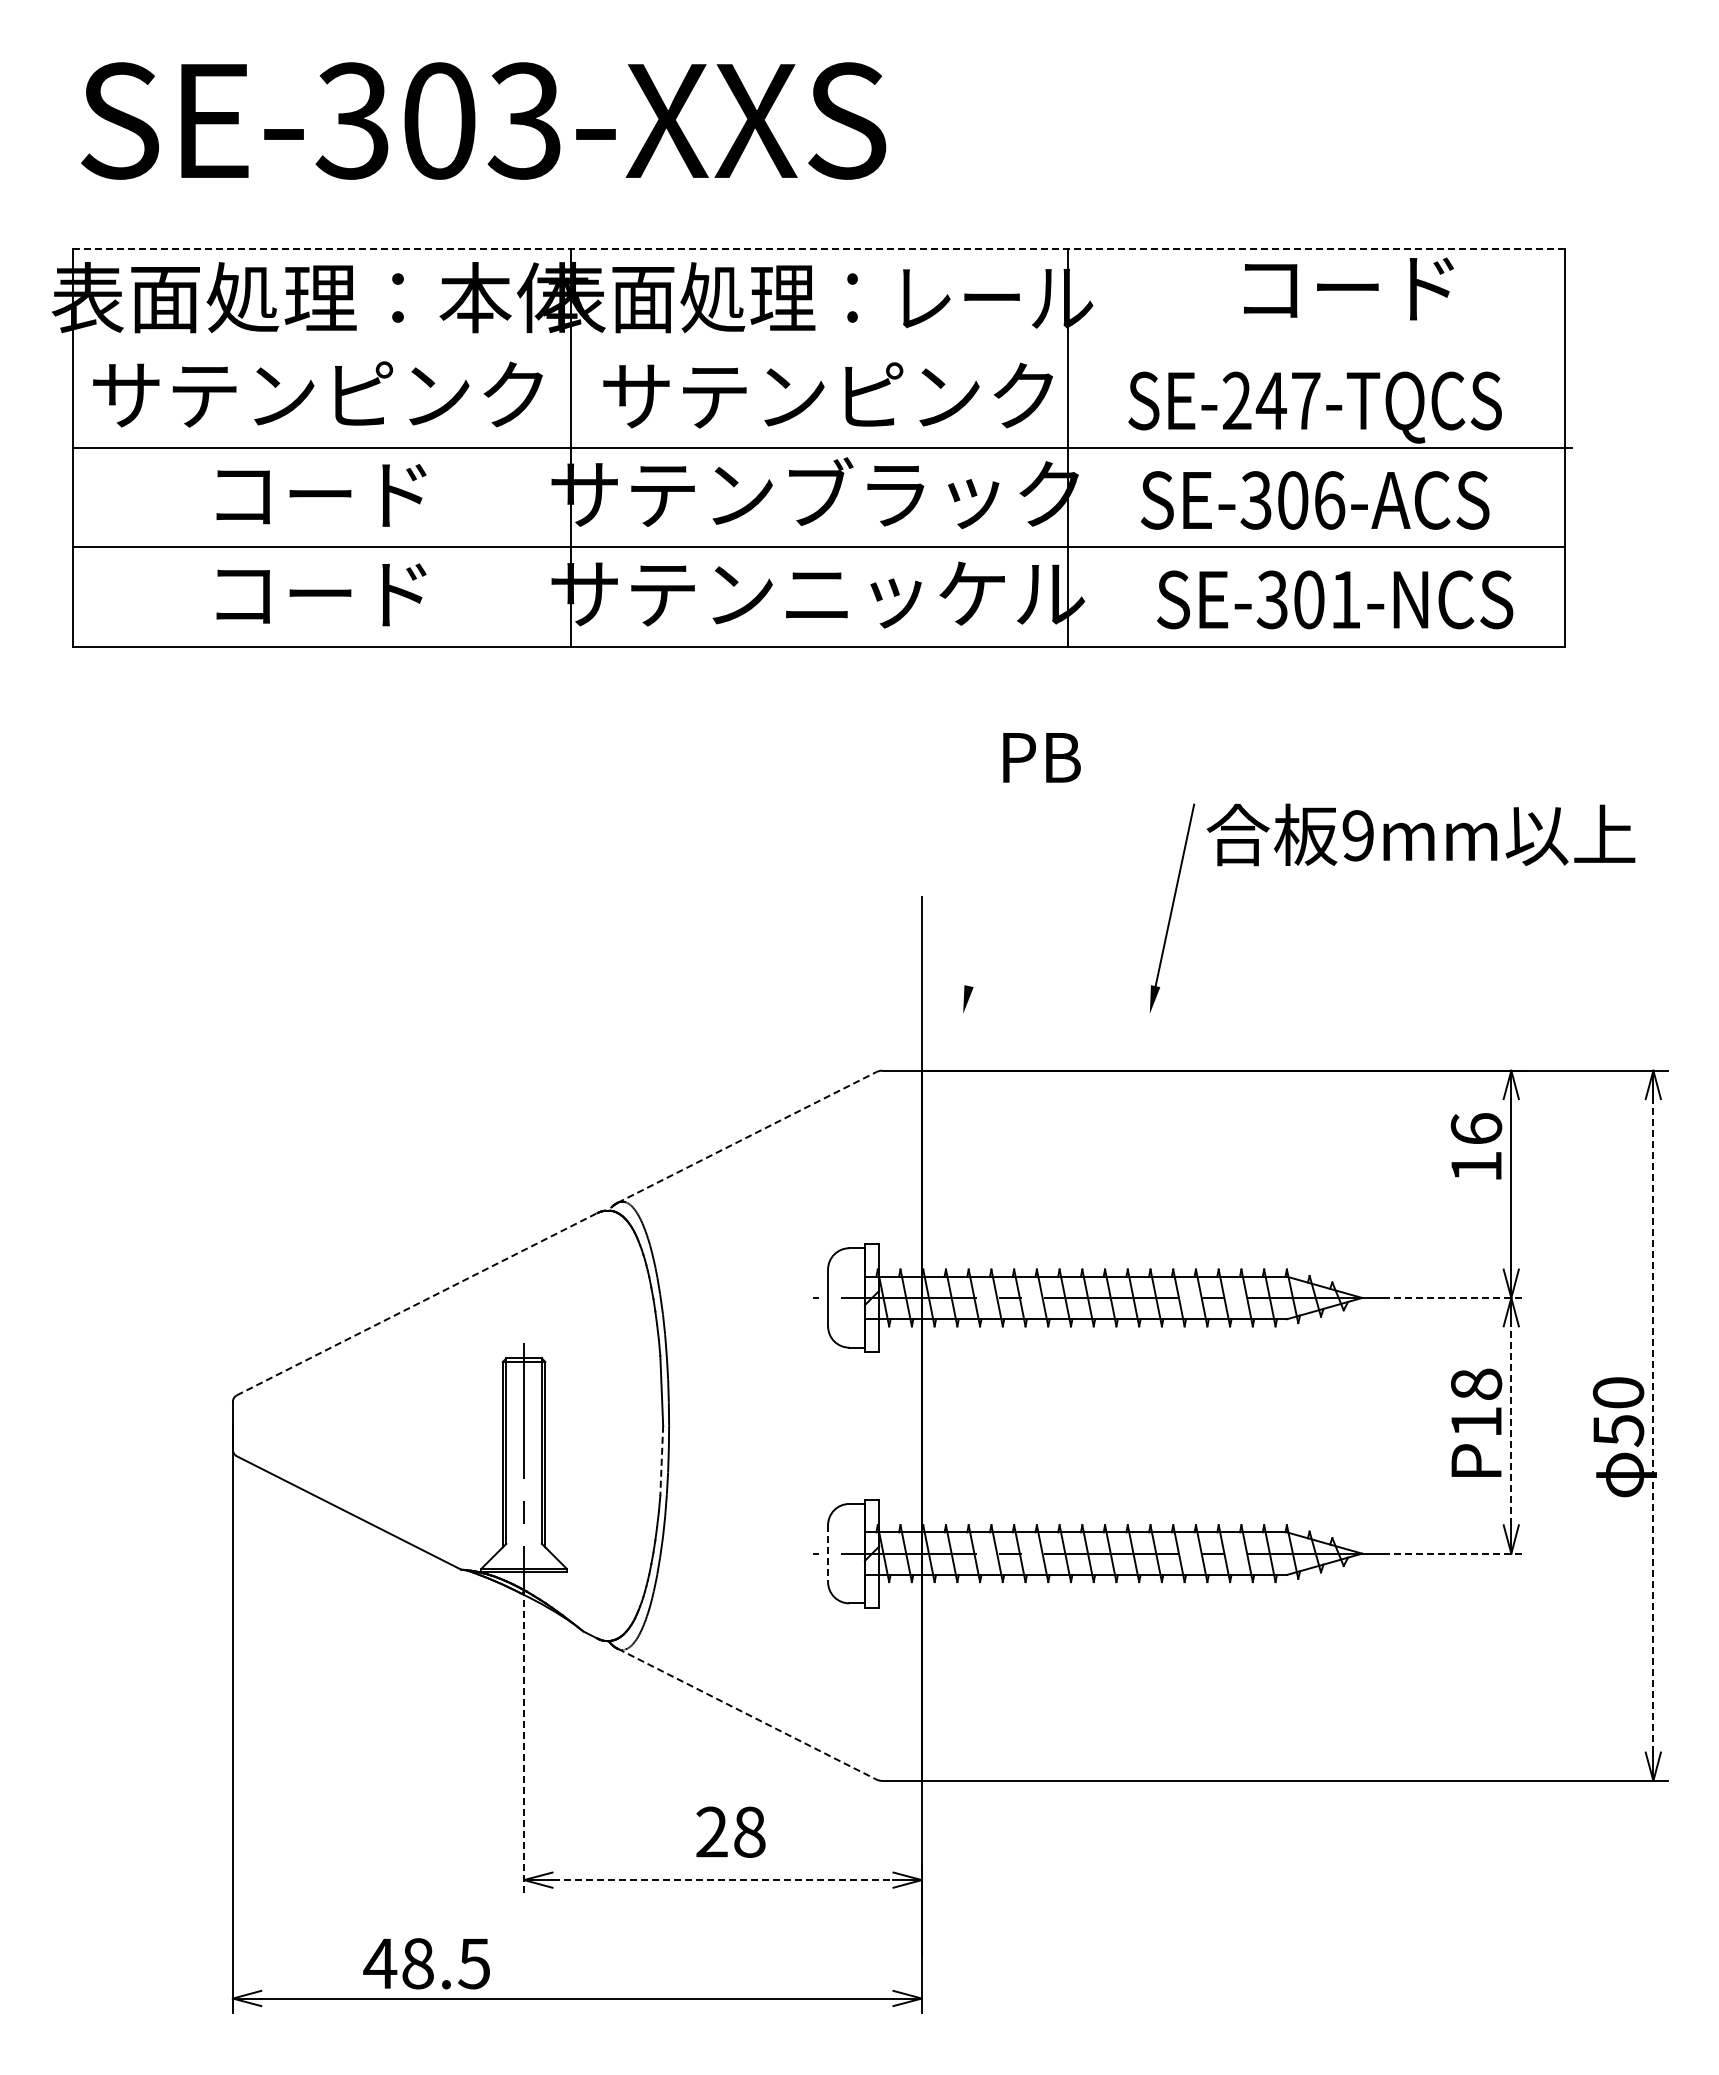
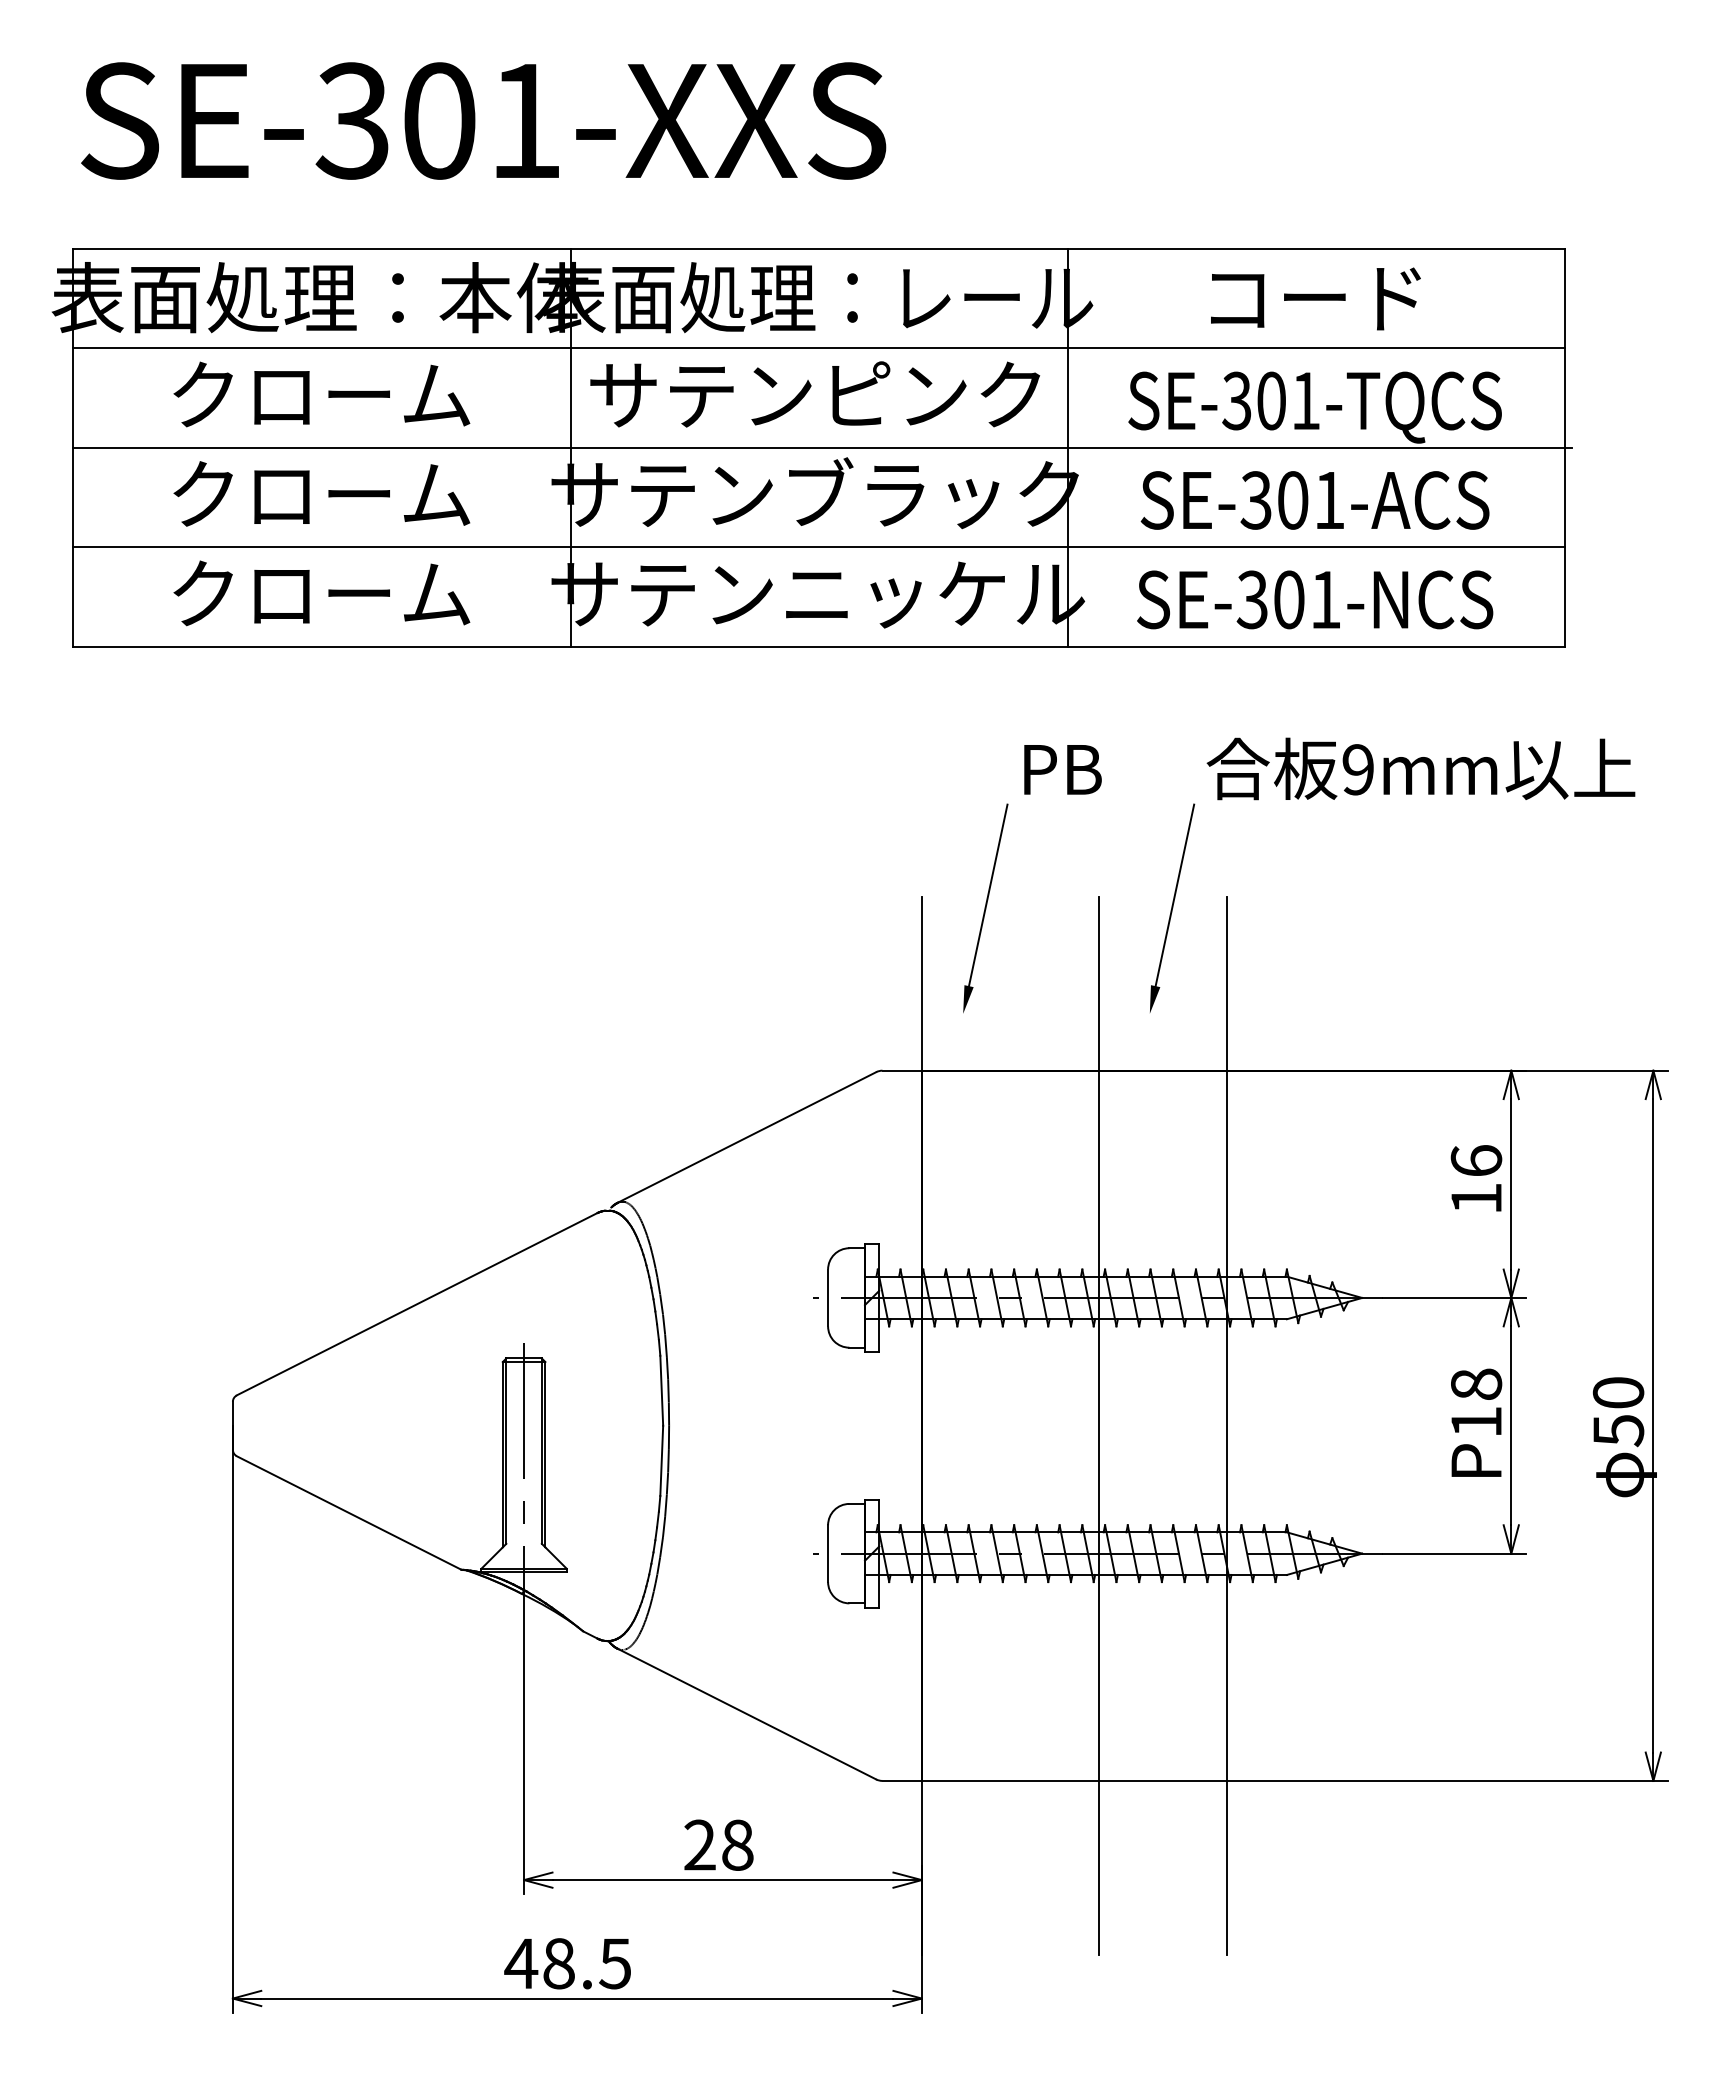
text at (523, 120): SE-303-XXS -> SE-301-XXS
line at (819, 248): dashed -> solid
text at (1348, 288) position: (1348, 288) -> (1315, 298)
line at (818, 348): none -> present
text at (317, 394): サテンピンク -> クローム
text at (828, 395) position: (828, 395) -> (815, 394)
text at (1271, 400): SE-247-TQCS -> SE-301-TQCS
text at (321, 493): コード -> クローム
text at (1330, 500): SE-306-ACS -> SE-301-ACS
text at (321, 593): コード -> クローム
text at (1335, 599) position: (1335, 599) -> (1315, 599)
text at (1041, 757) position: (1041, 757) -> (1062, 769)
text at (1420, 834) position: (1420, 834) -> (1420, 768)
line at (988, 895): none -> present
line at (746, 1137): dashed -> solid
text at (1476, 1146) position: (1476, 1146) -> (1476, 1178)
line at (1454, 1297): dashed -> solid
line at (417, 1303): dashed -> solid
line at (1099, 1425): none -> present
line at (1227, 1425): none -> present
line at (1511, 1425): dashed -> solid
line at (1653, 1425): dashed -> solid
line at (661, 1461): dashed -> solid
line at (1454, 1553): dashed -> solid
line at (828, 1554): dashed -> solid
line at (747, 1714): dashed -> solid
line at (524, 1741): dashed -> solid
text at (730, 1831) position: (730, 1831) -> (718, 1844)
line at (723, 1880): dashed -> solid
text at (426, 1963) position: (426, 1963) -> (567, 1963)
